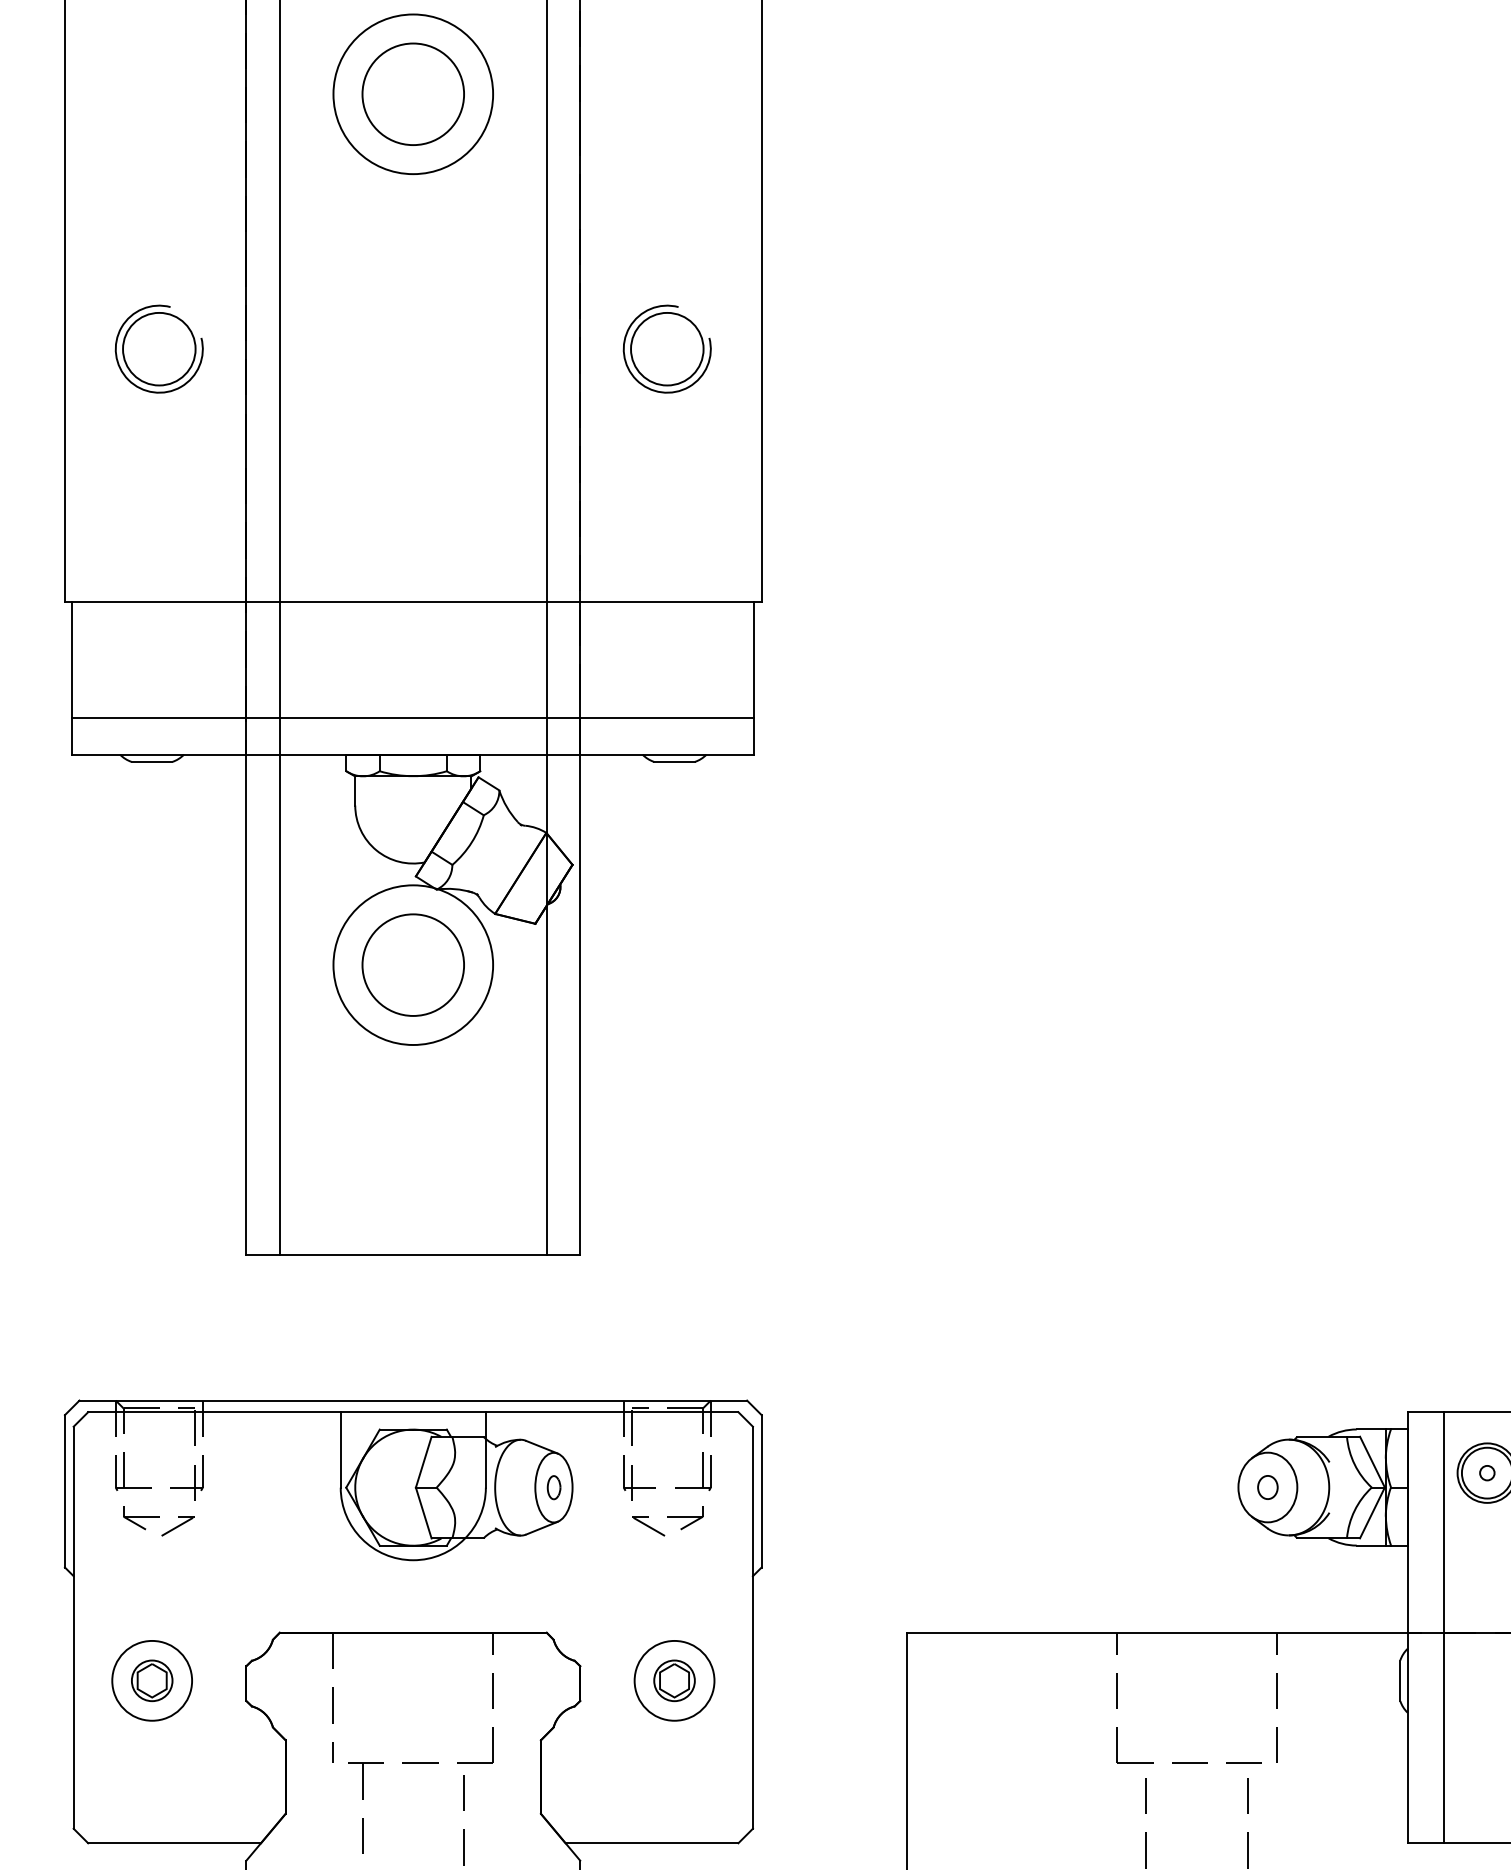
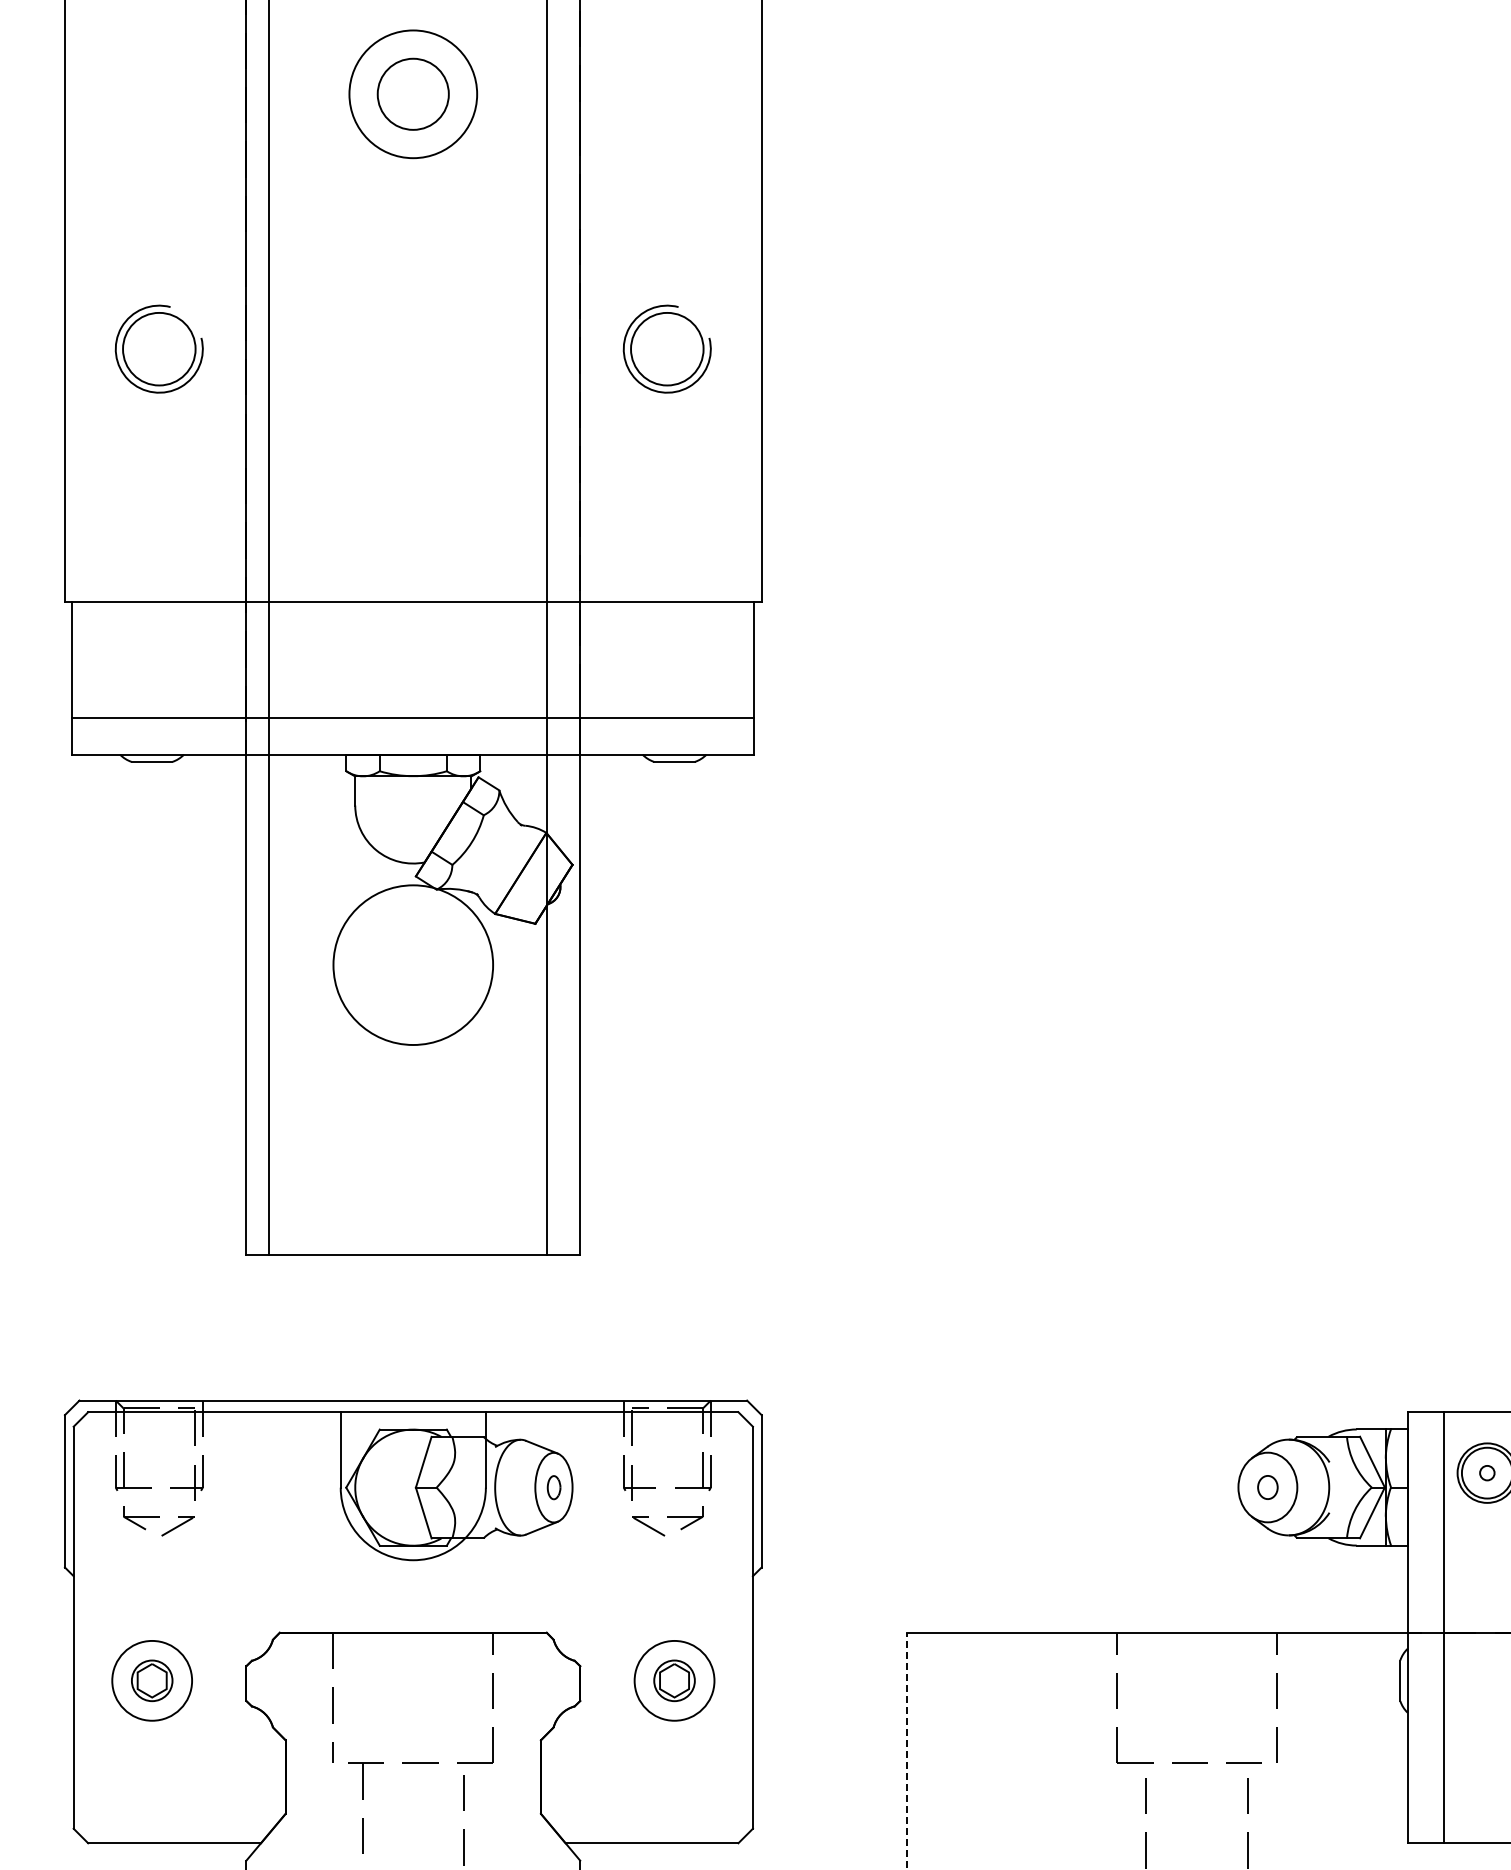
circle at (413, 94) diameter: 102 px -> 71 px
circle at (413, 94) diameter: 160 px -> 128 px
line at (279, 628) position: (279, 628) -> (268, 628)
circle at (412, 964): present -> none
line at (906, 1750): solid -> dashed
